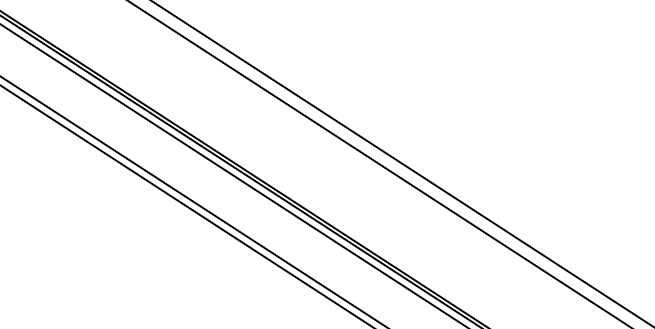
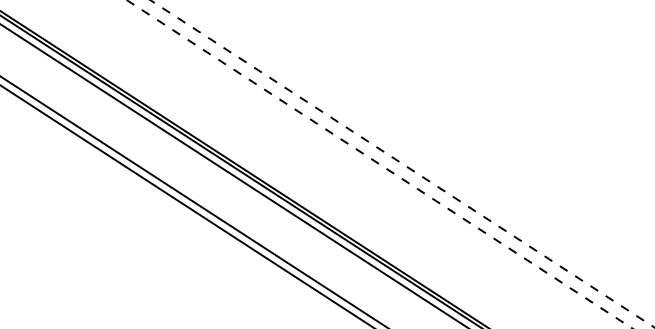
line at (402, 163): solid -> dashed
line at (380, 164): solid -> dashed
